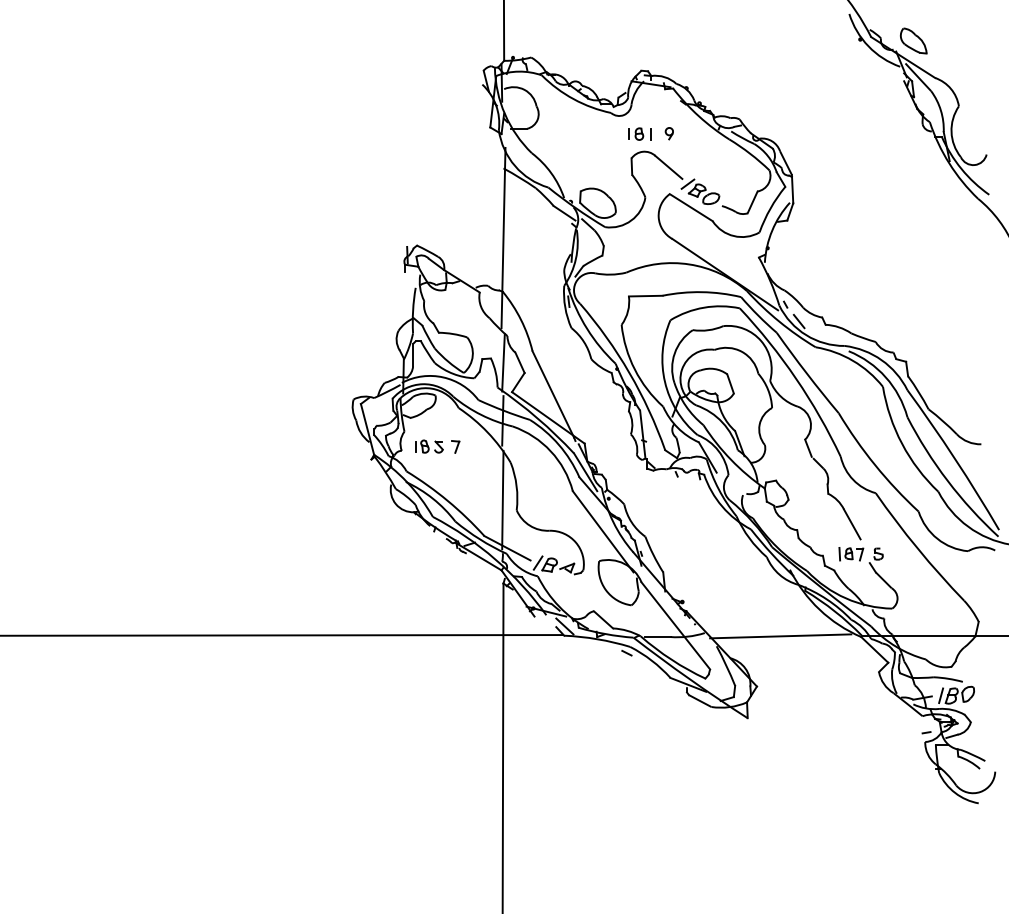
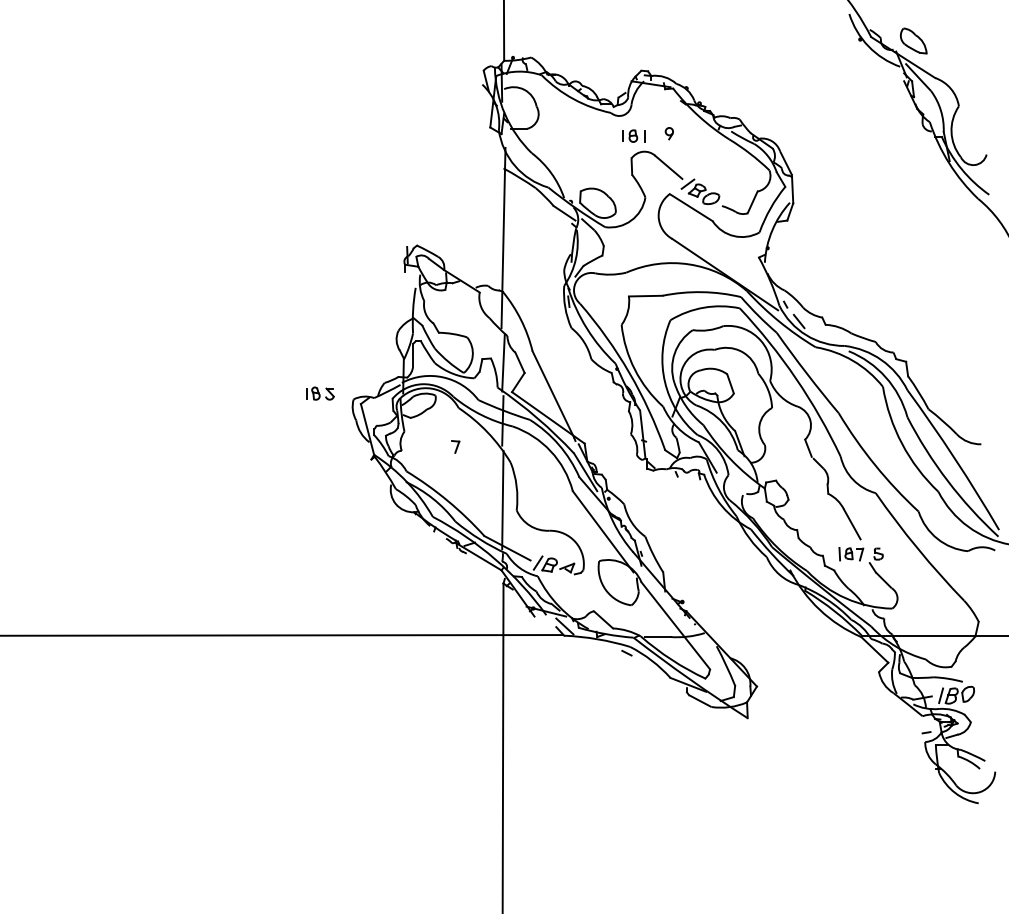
part at (639, 133) position: (639, 133) -> (633, 135)
part at (429, 446) position: (429, 446) -> (320, 393)
line at (780, 636): present -> none
